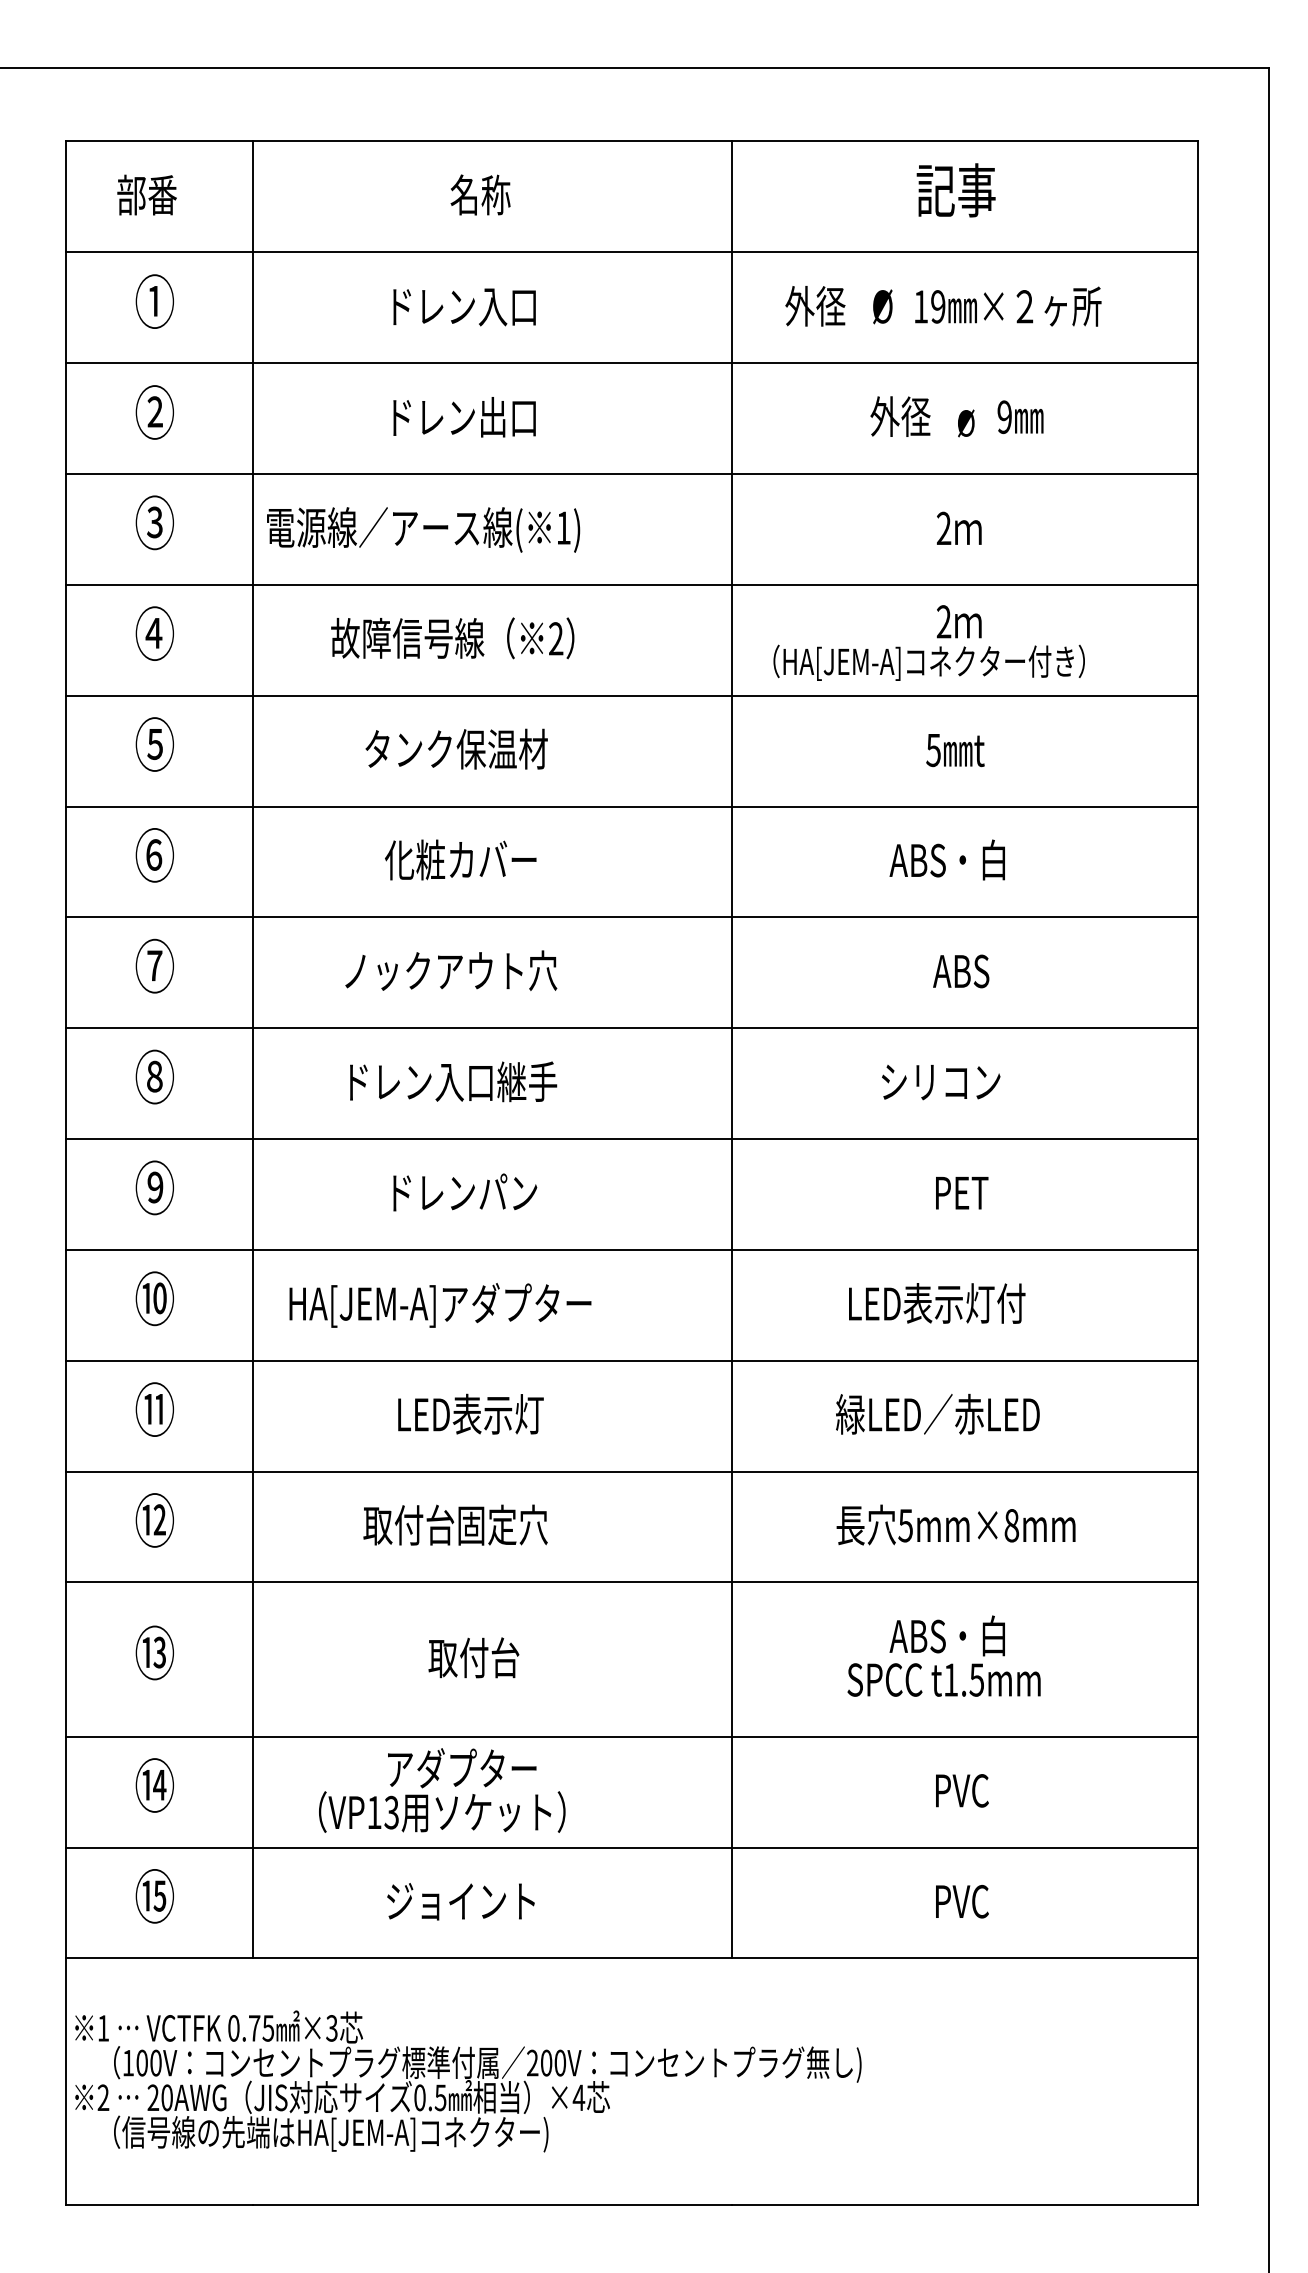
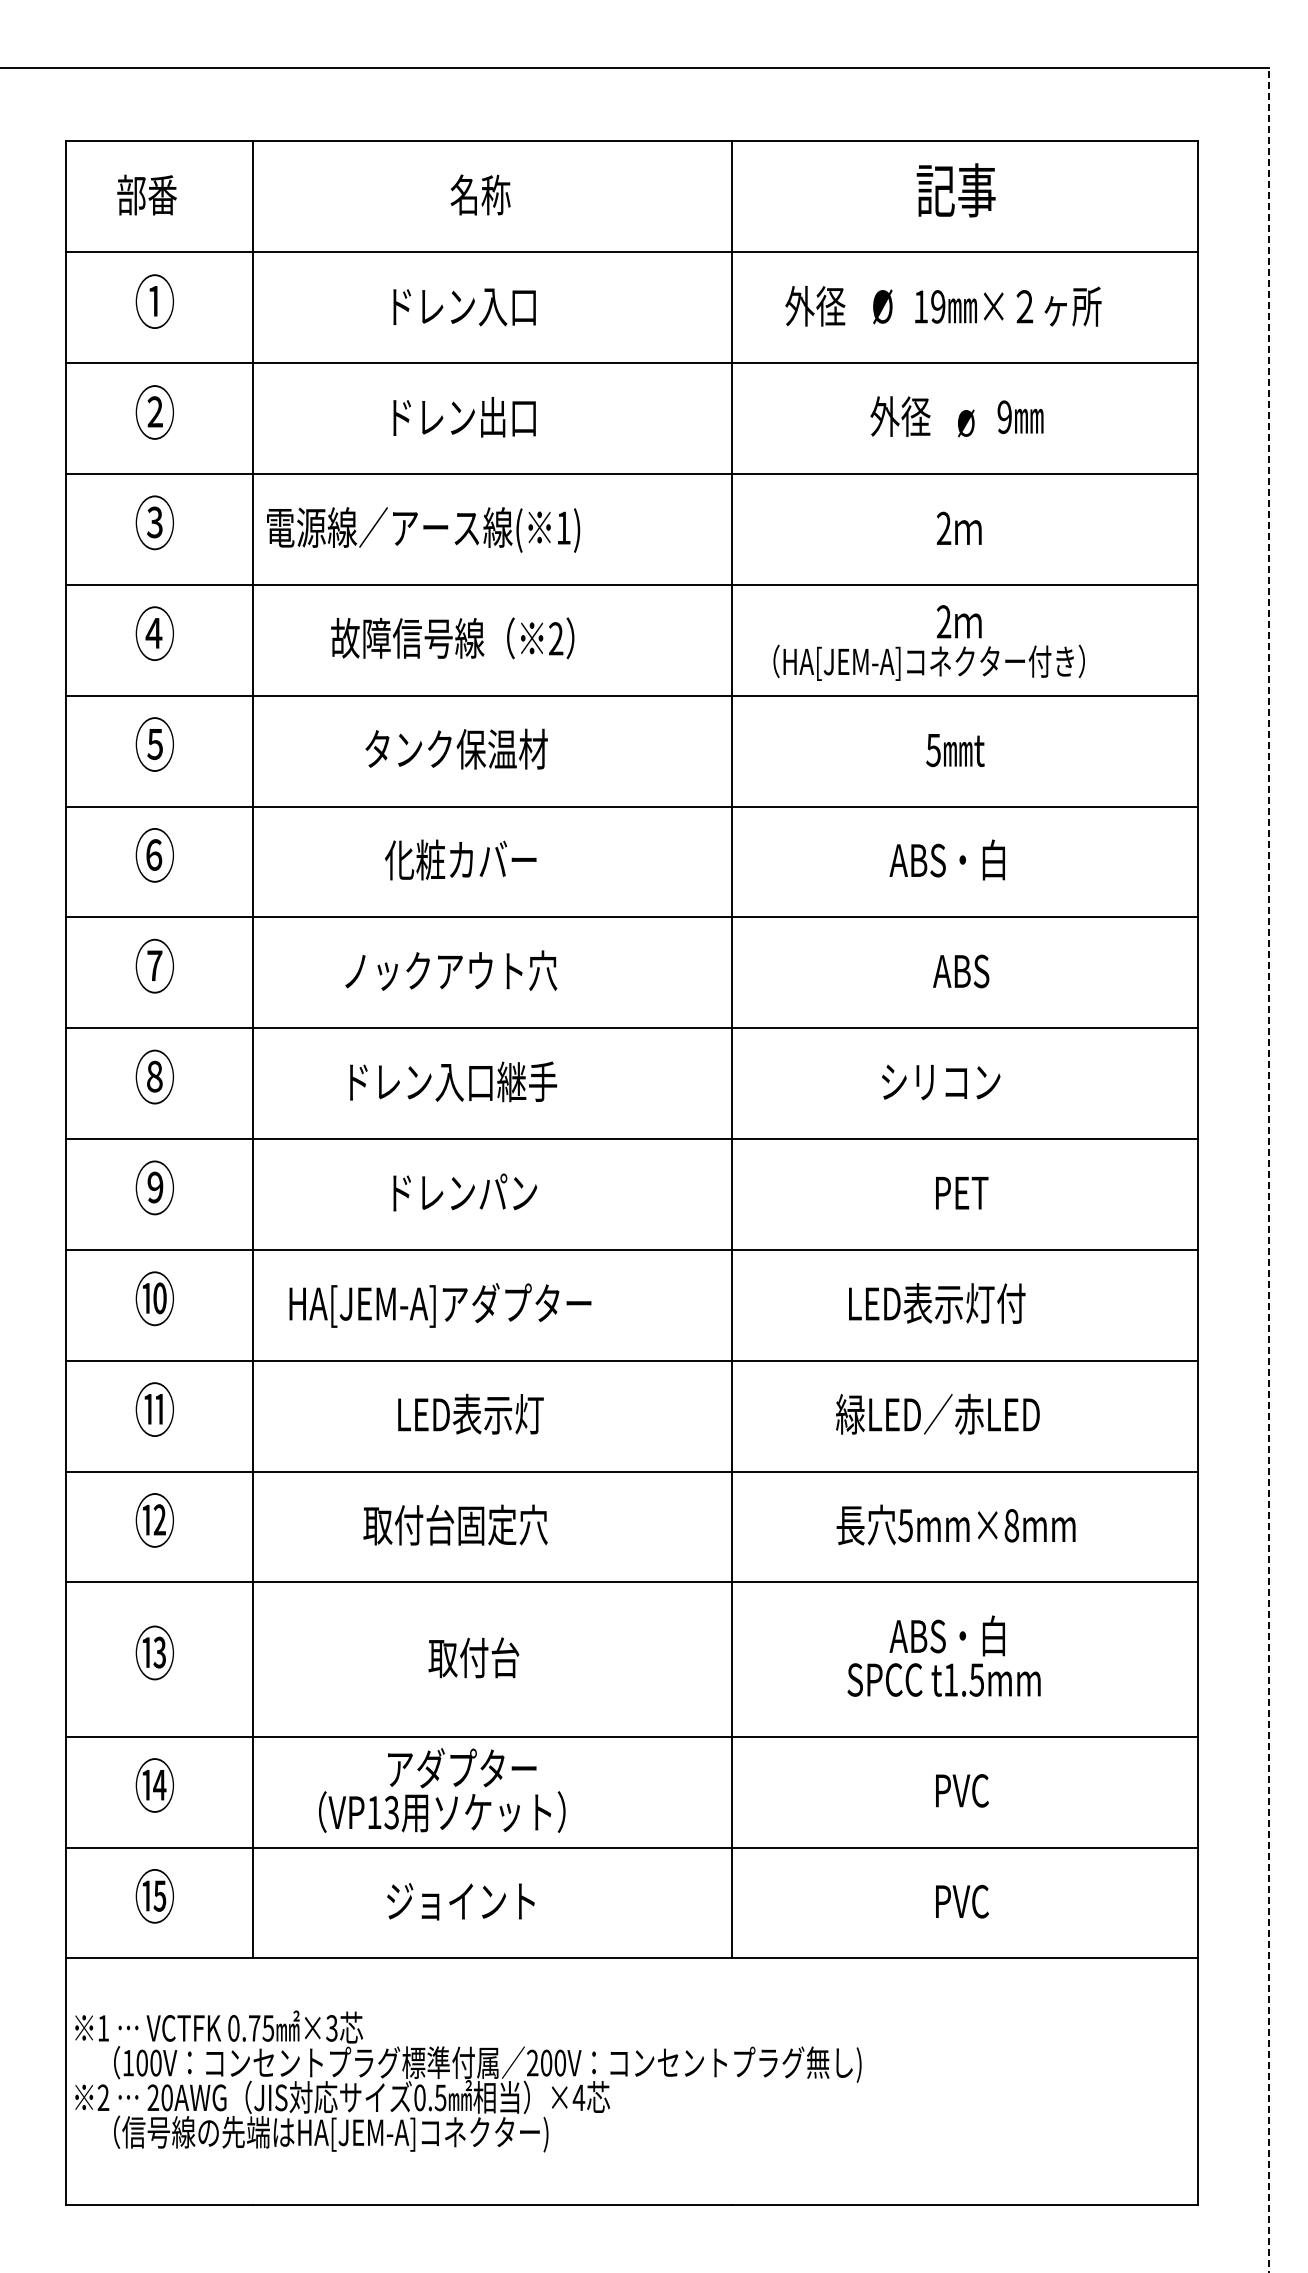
line at (1268, 1170): solid -> dashed
